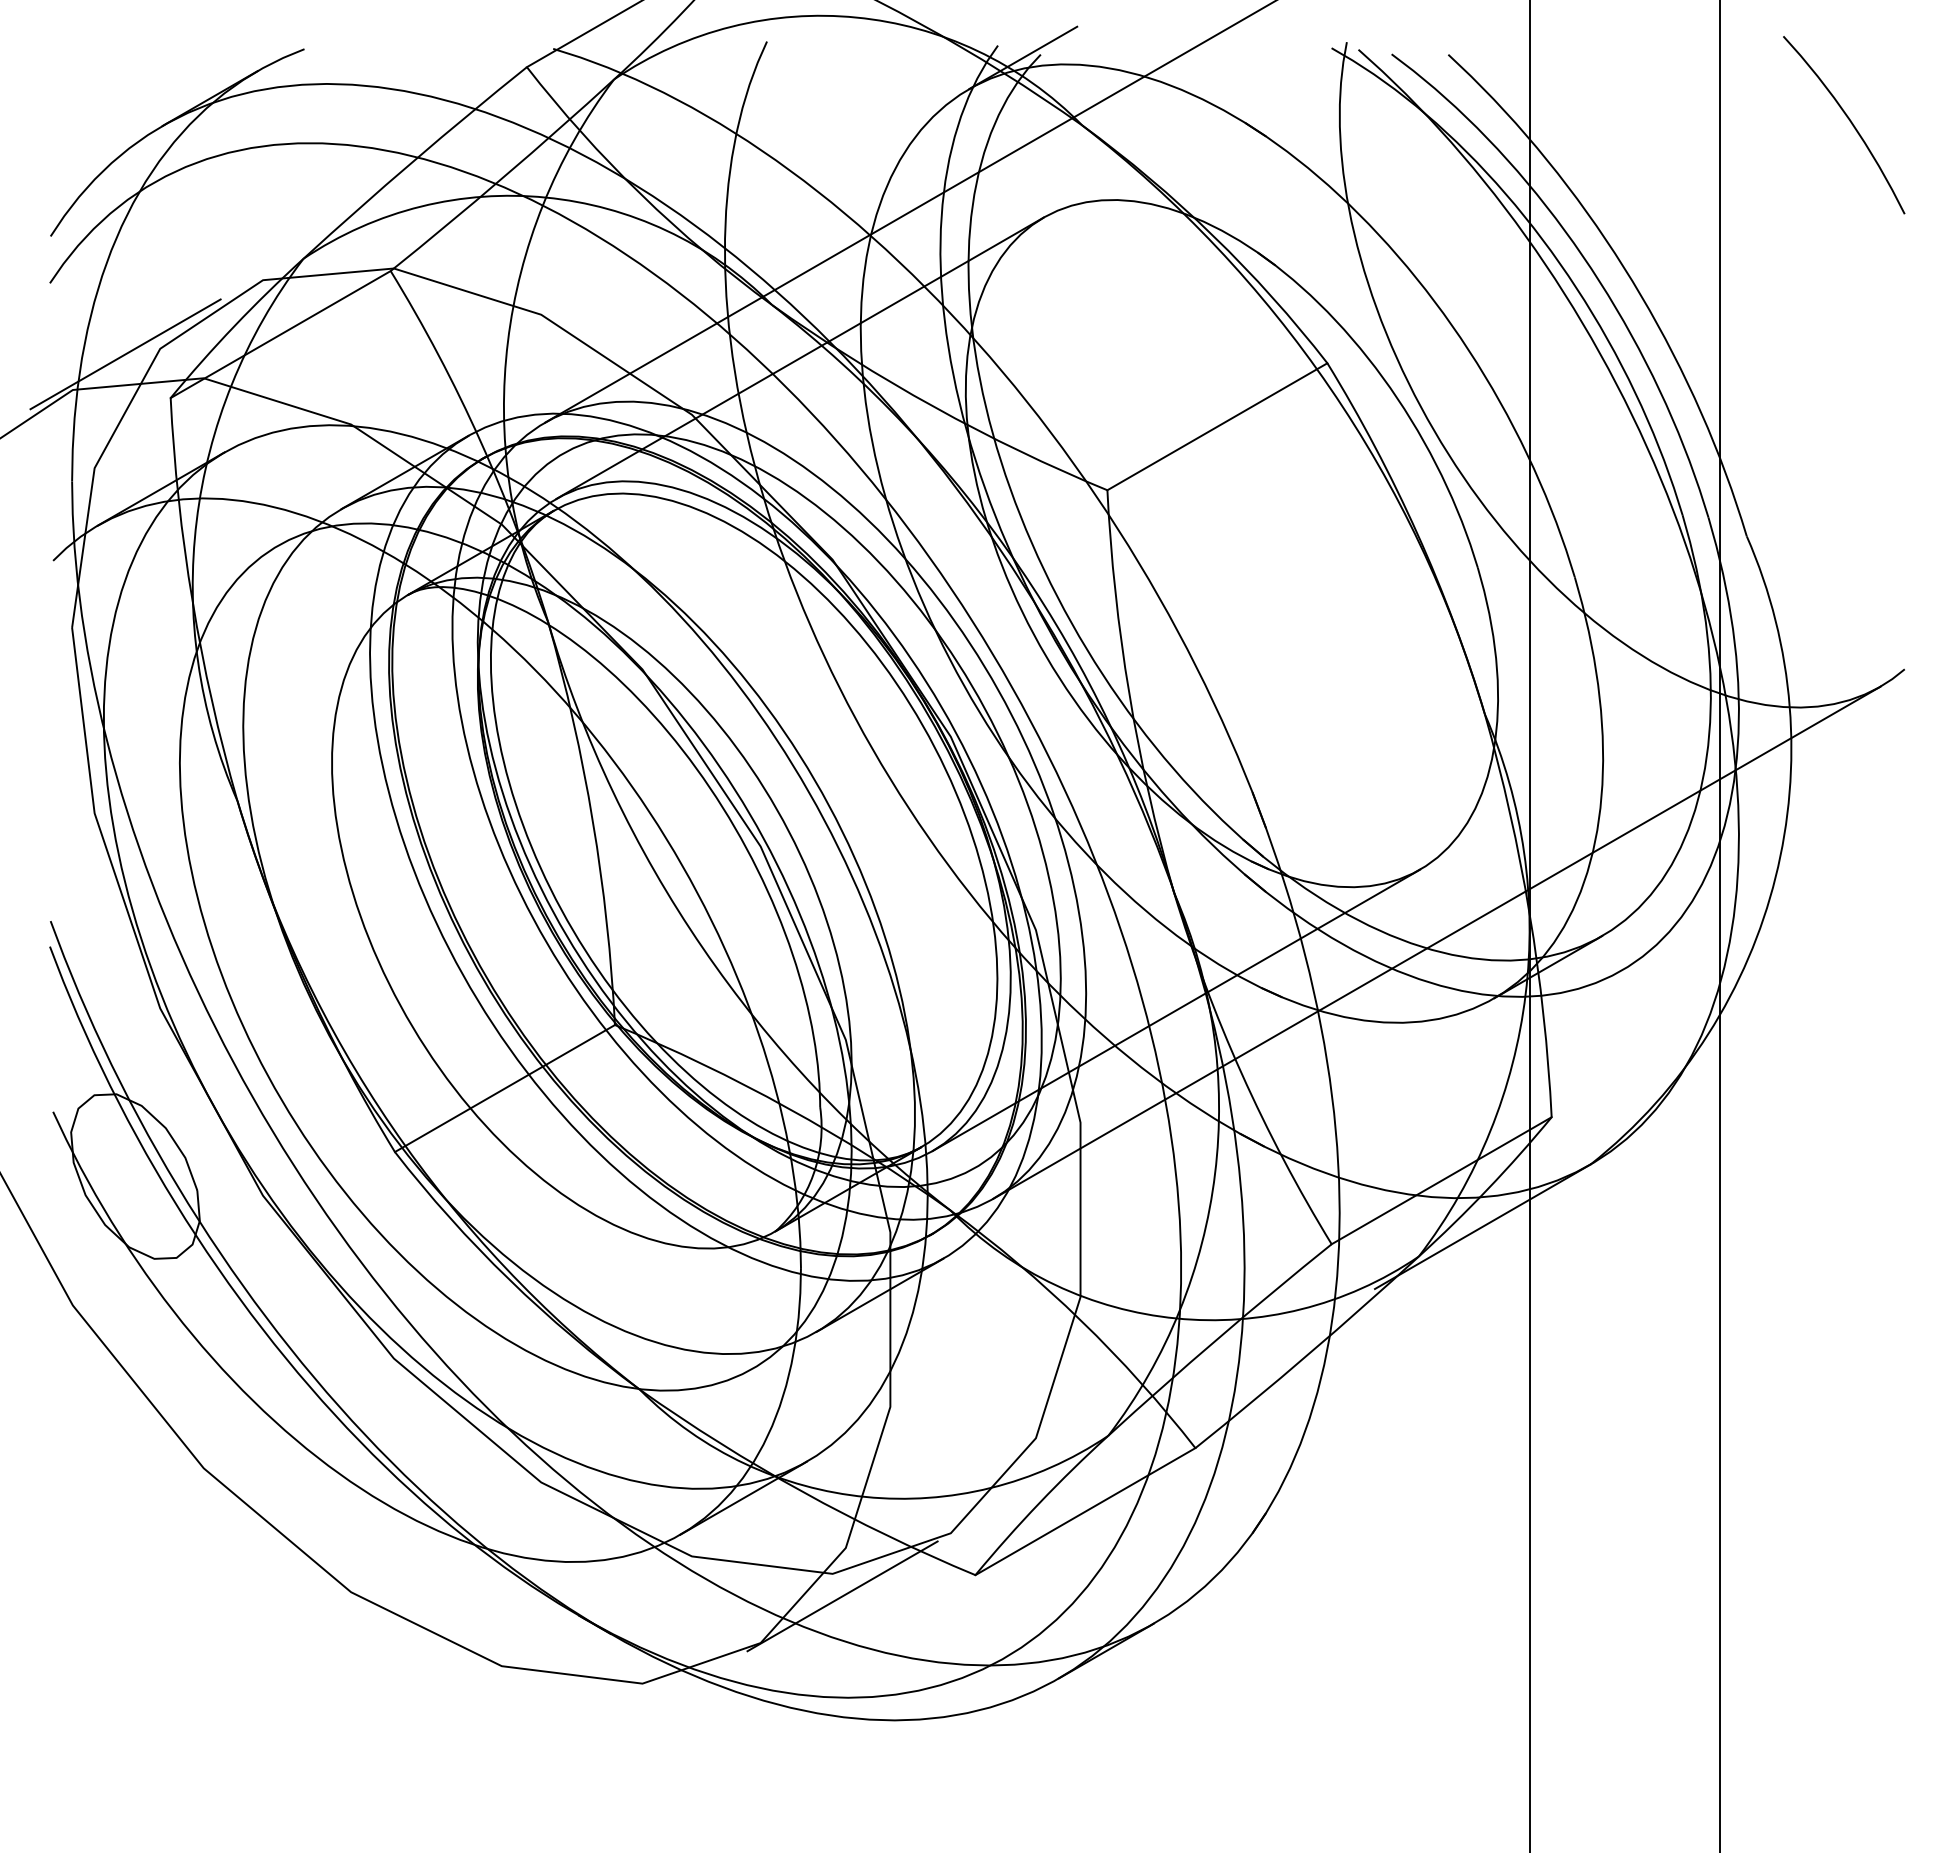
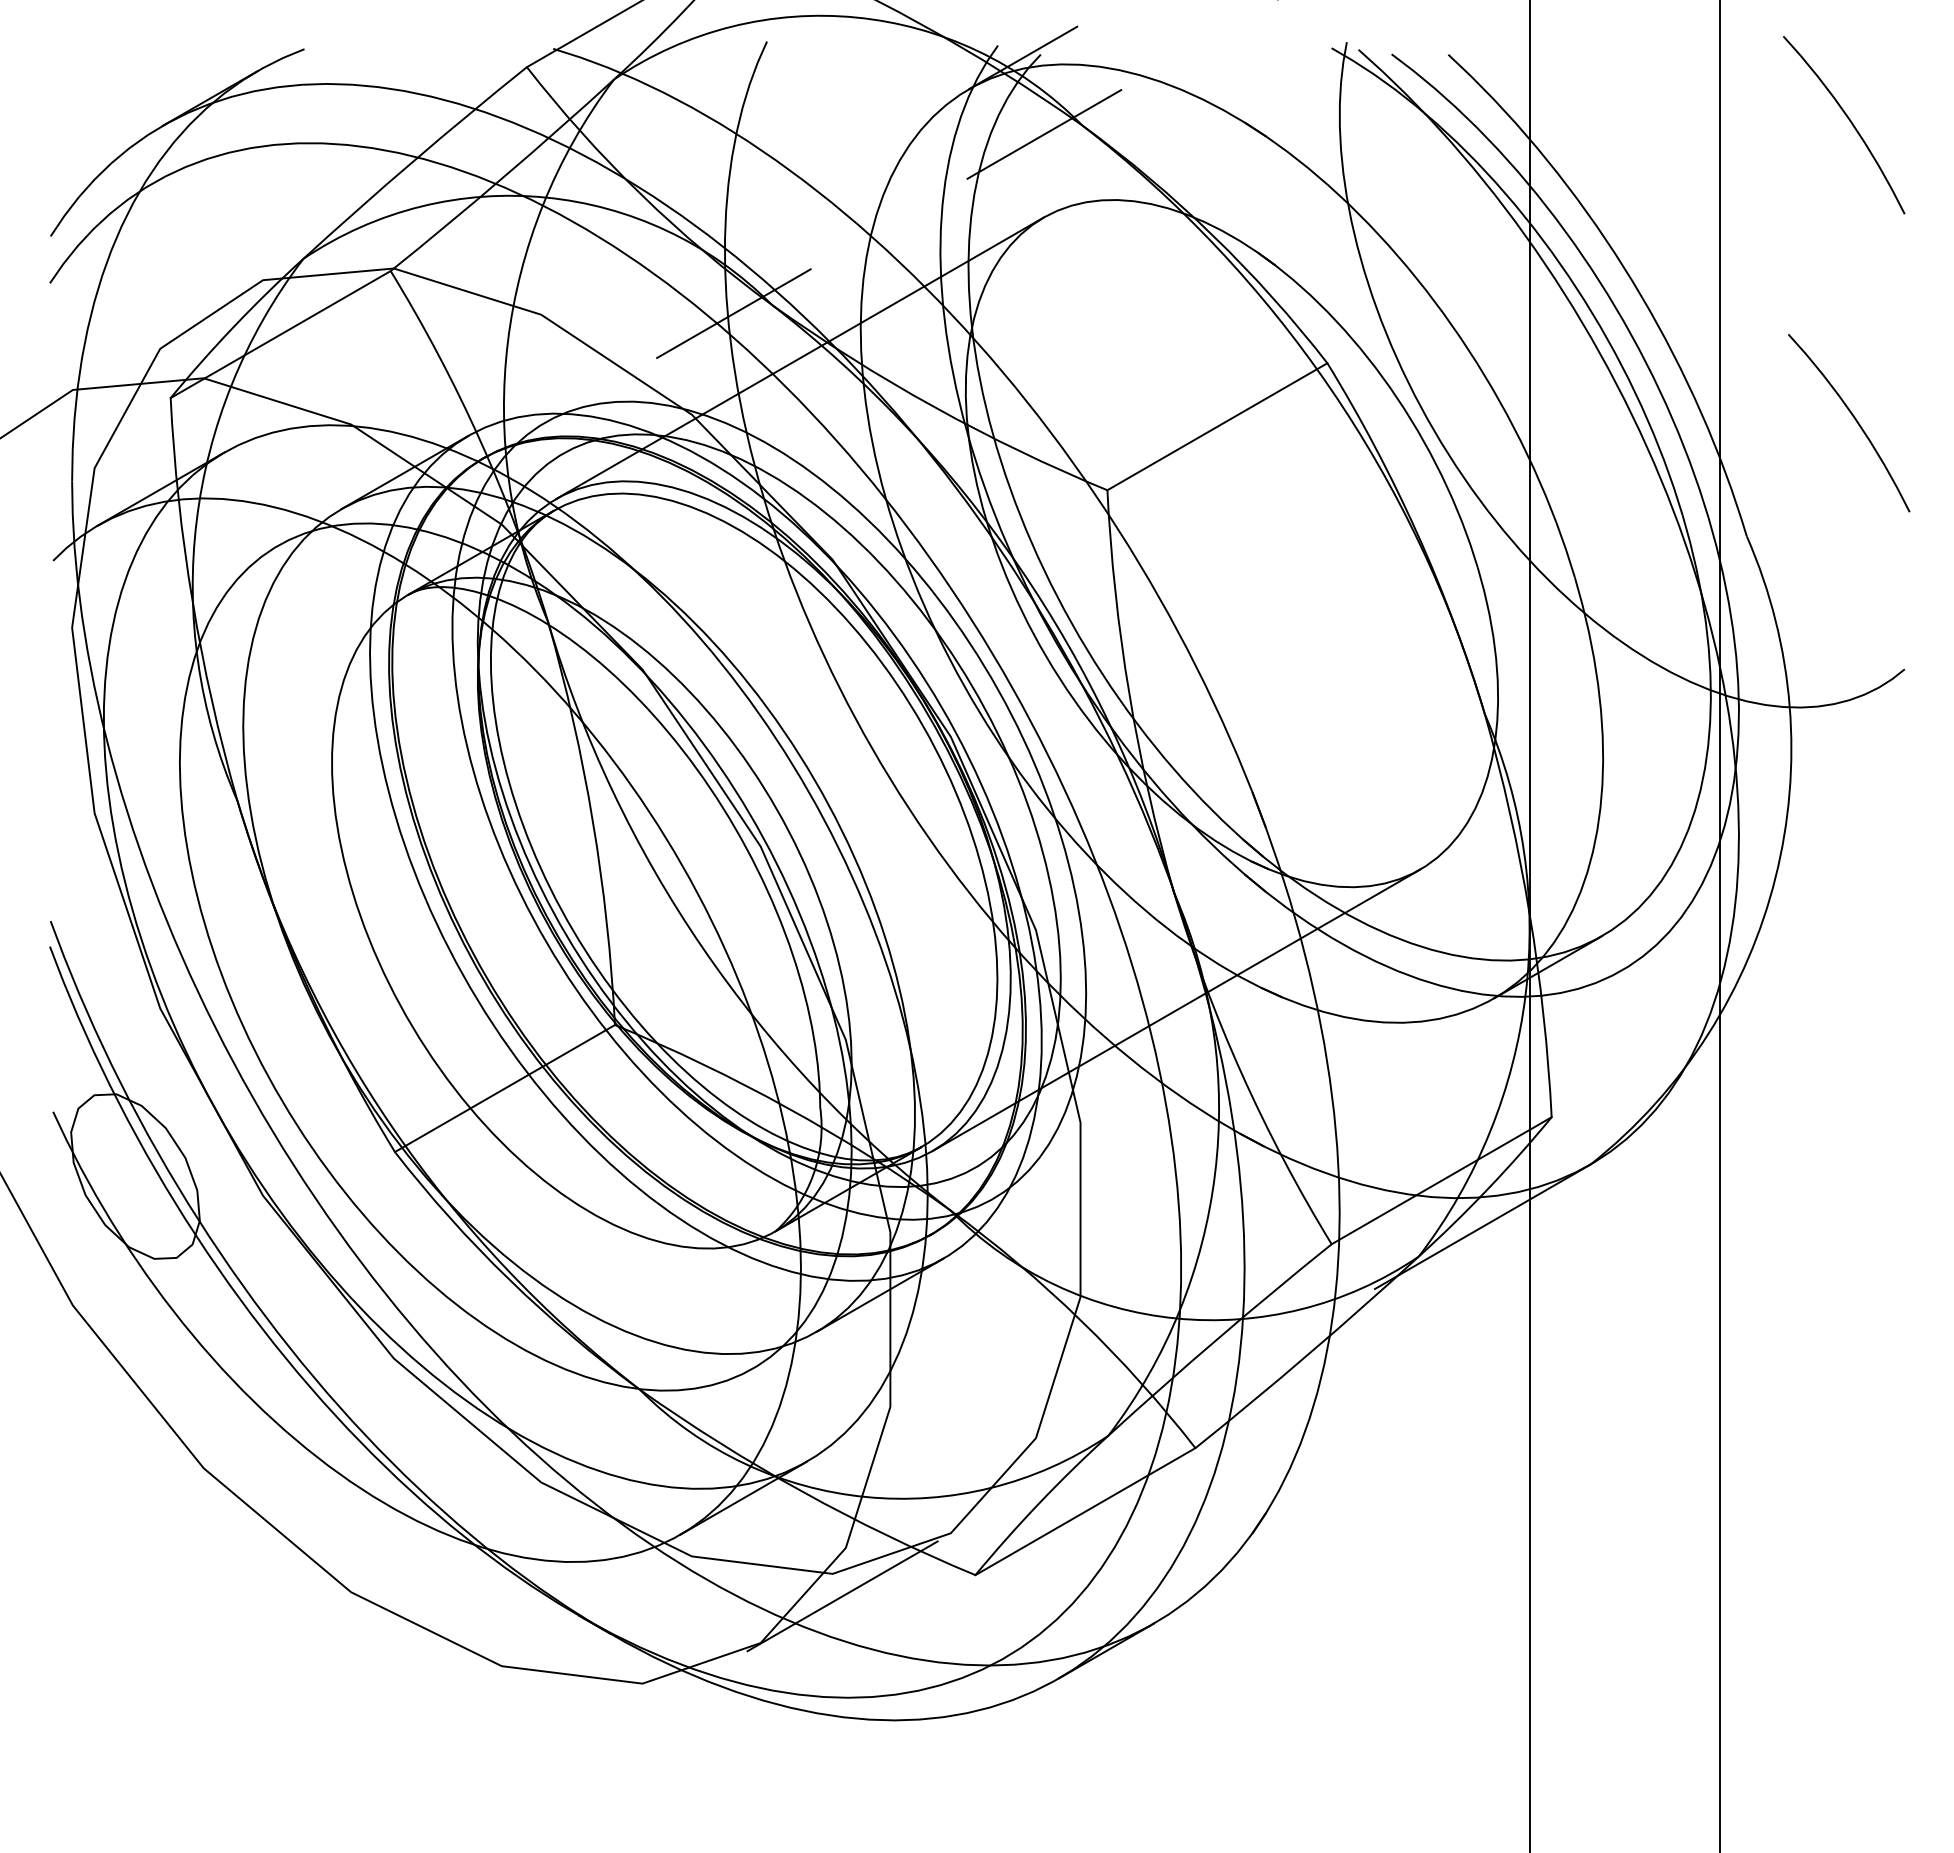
line at (910, 211): solid -> dashed
line at (125, 354): present -> none
curve at (1854, 419): none -> present
line at (1436, 942): present -> none
